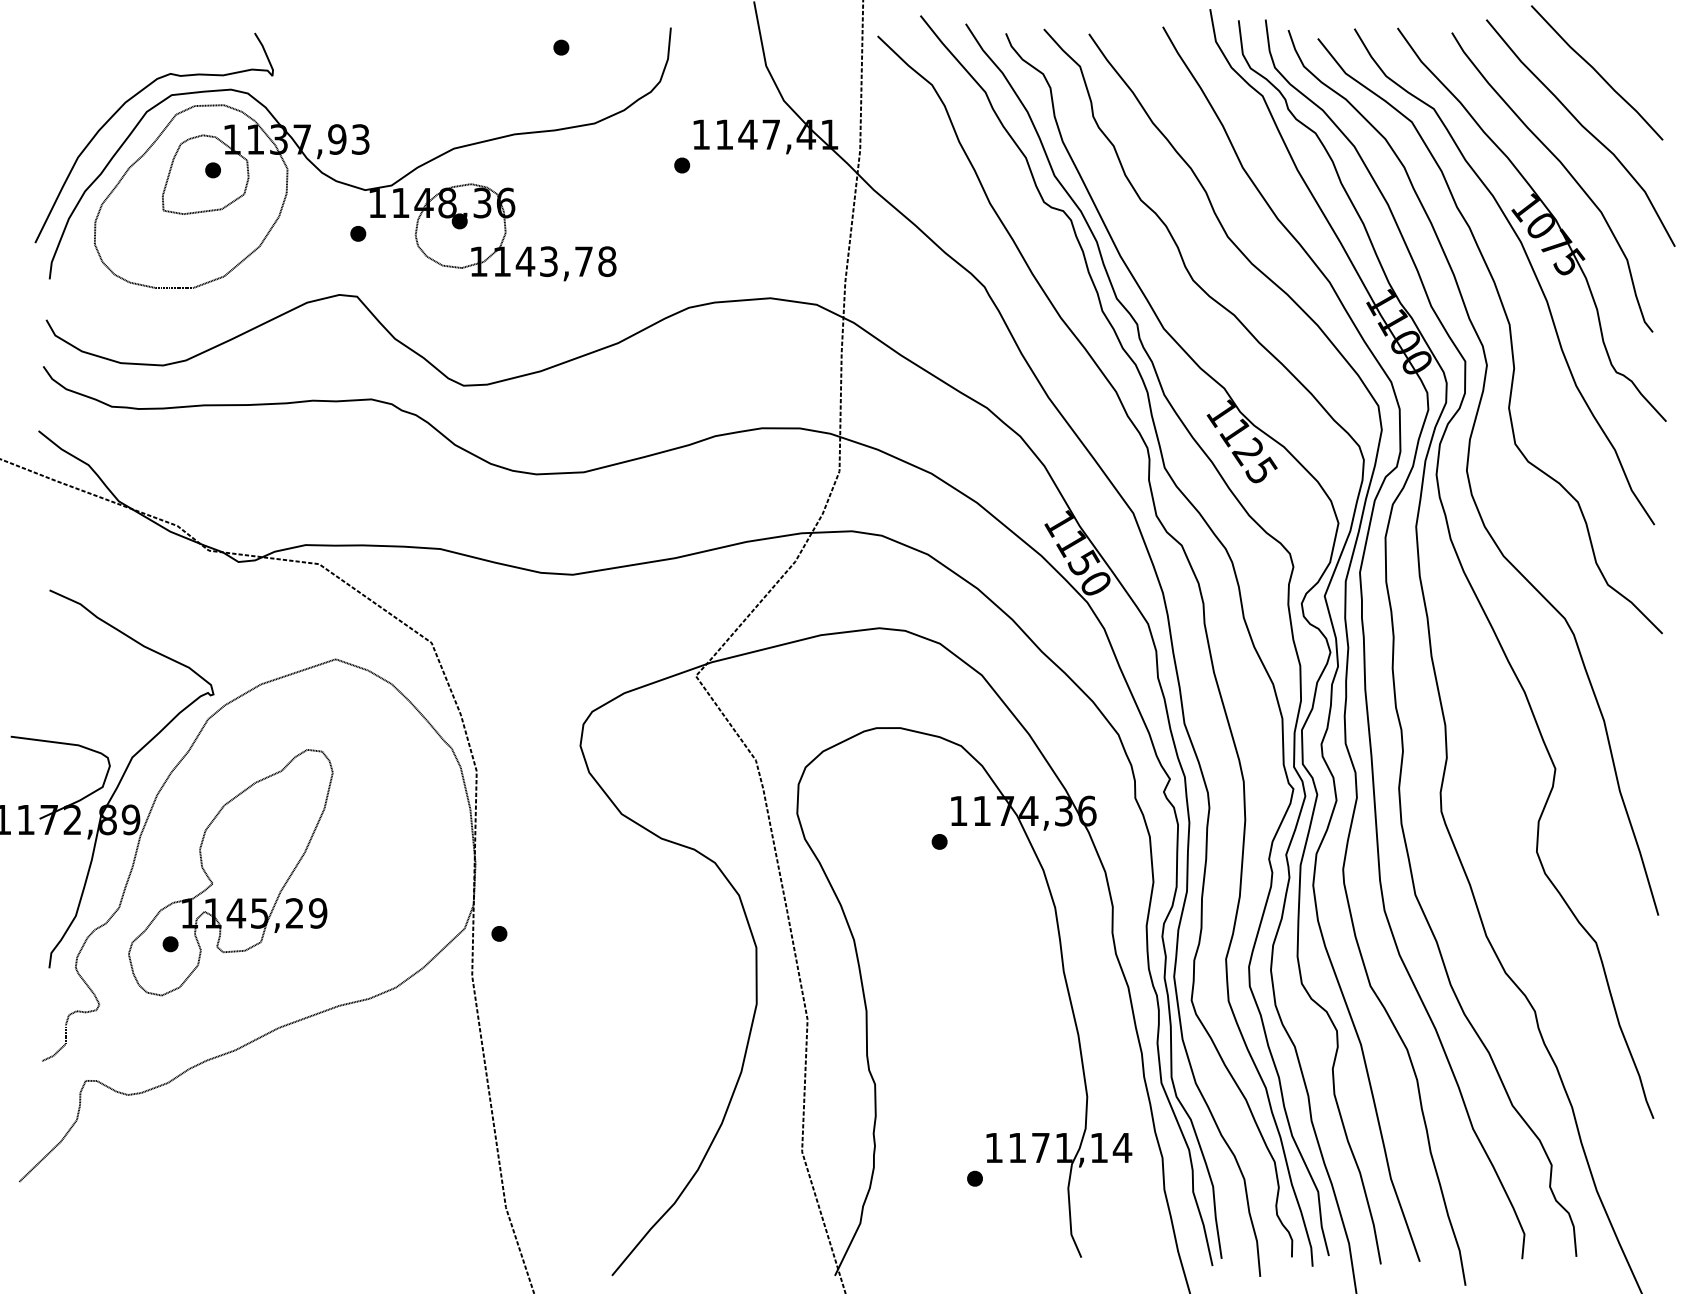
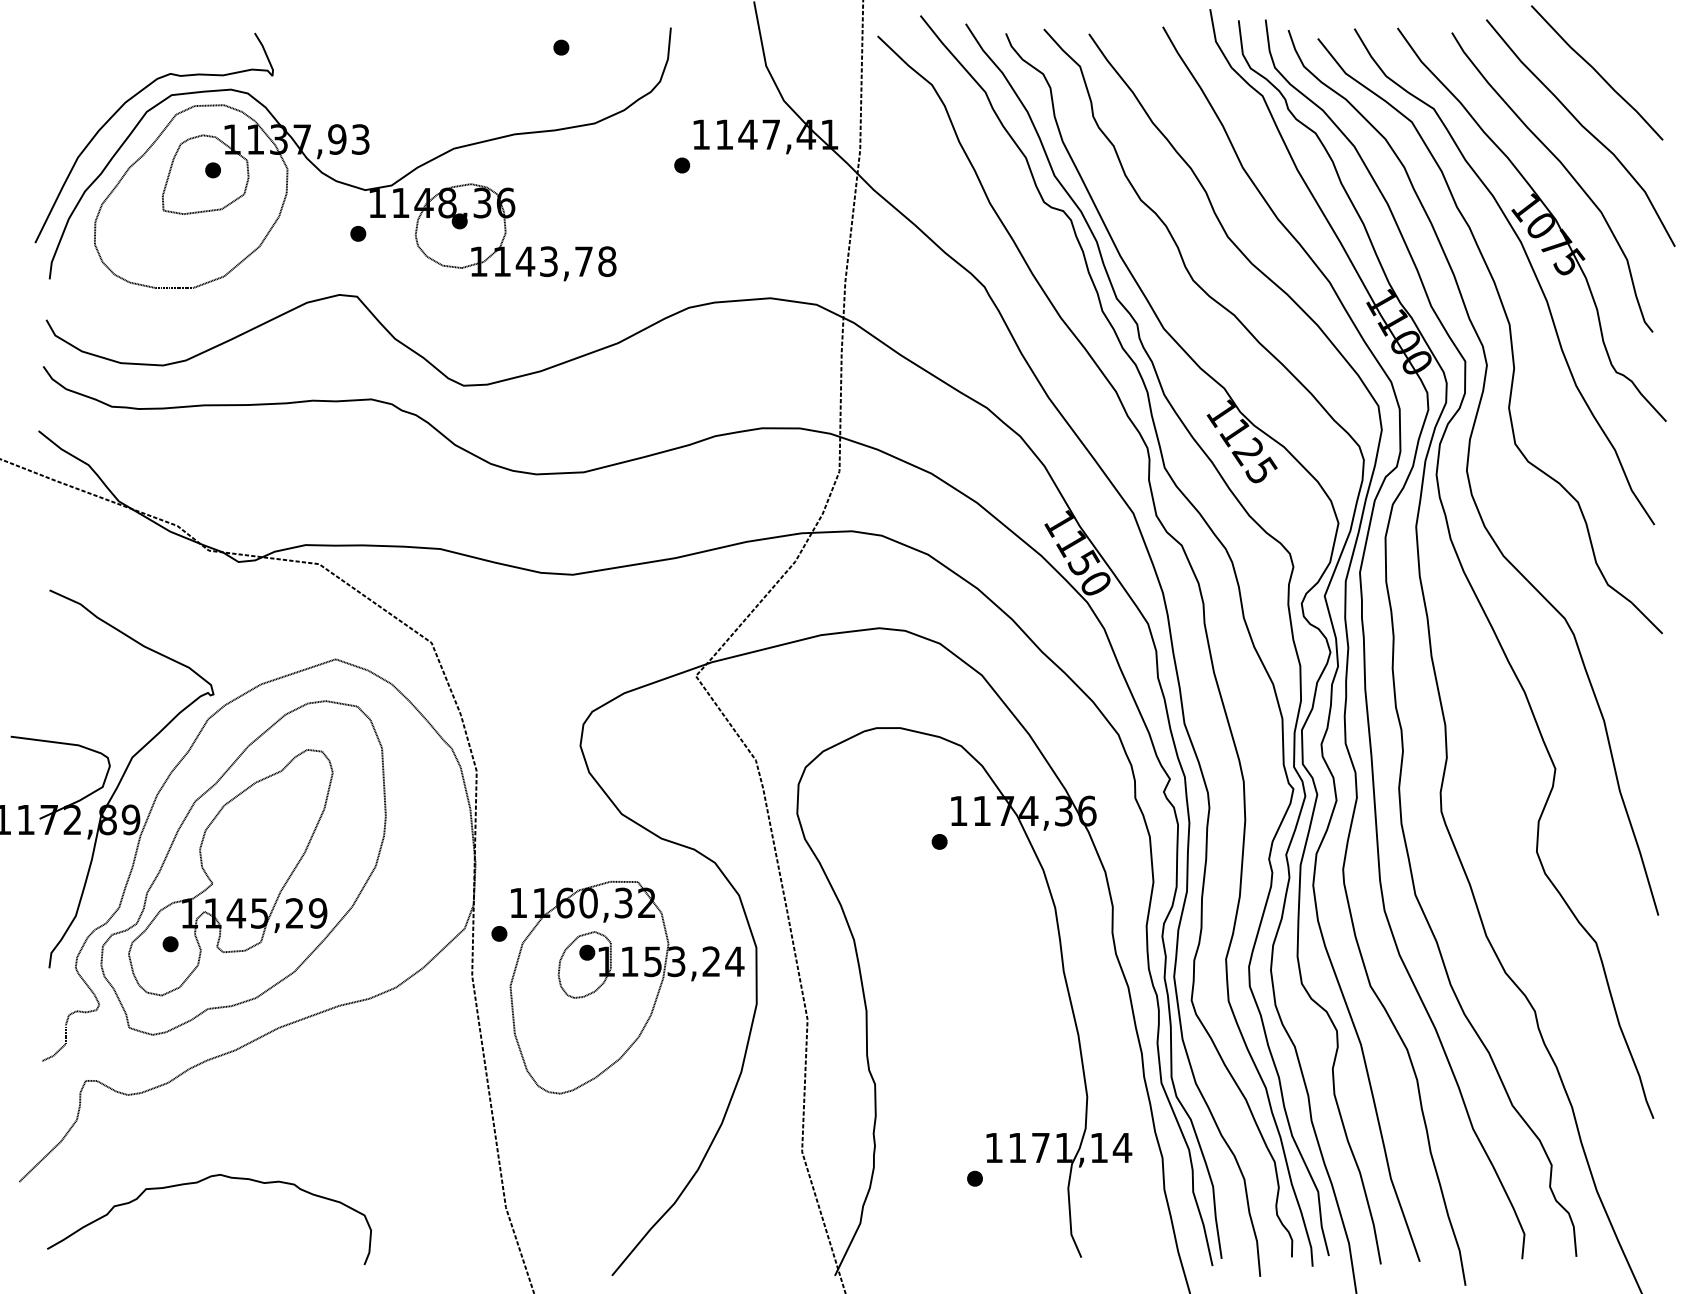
part at (243, 867): none -> present
part at (626, 987): none -> present
curve at (197, 1183): none -> present
